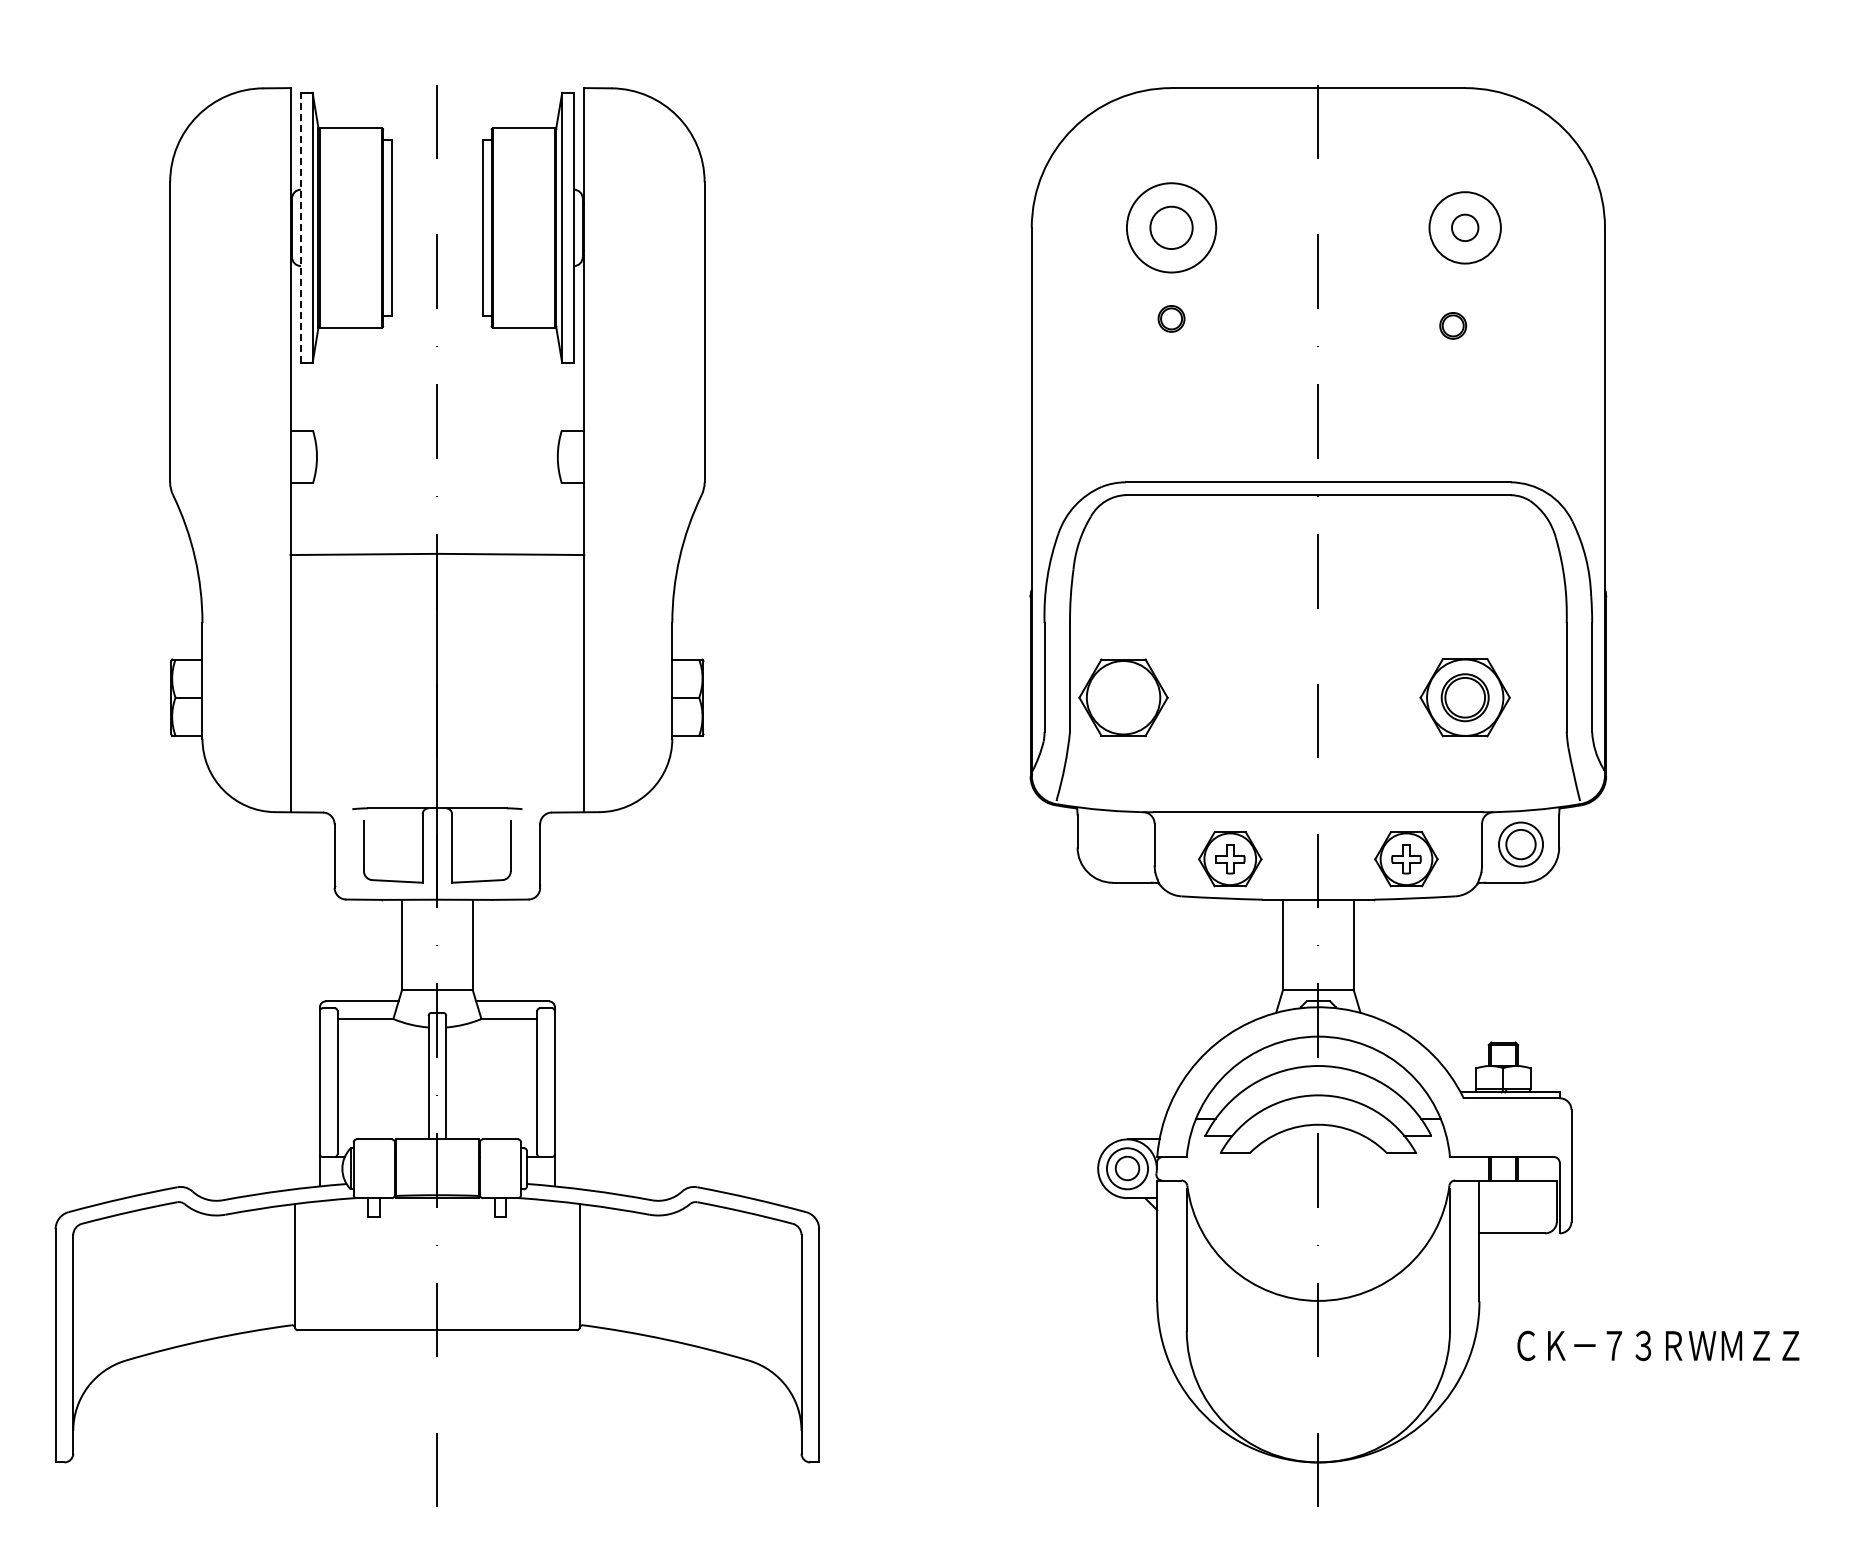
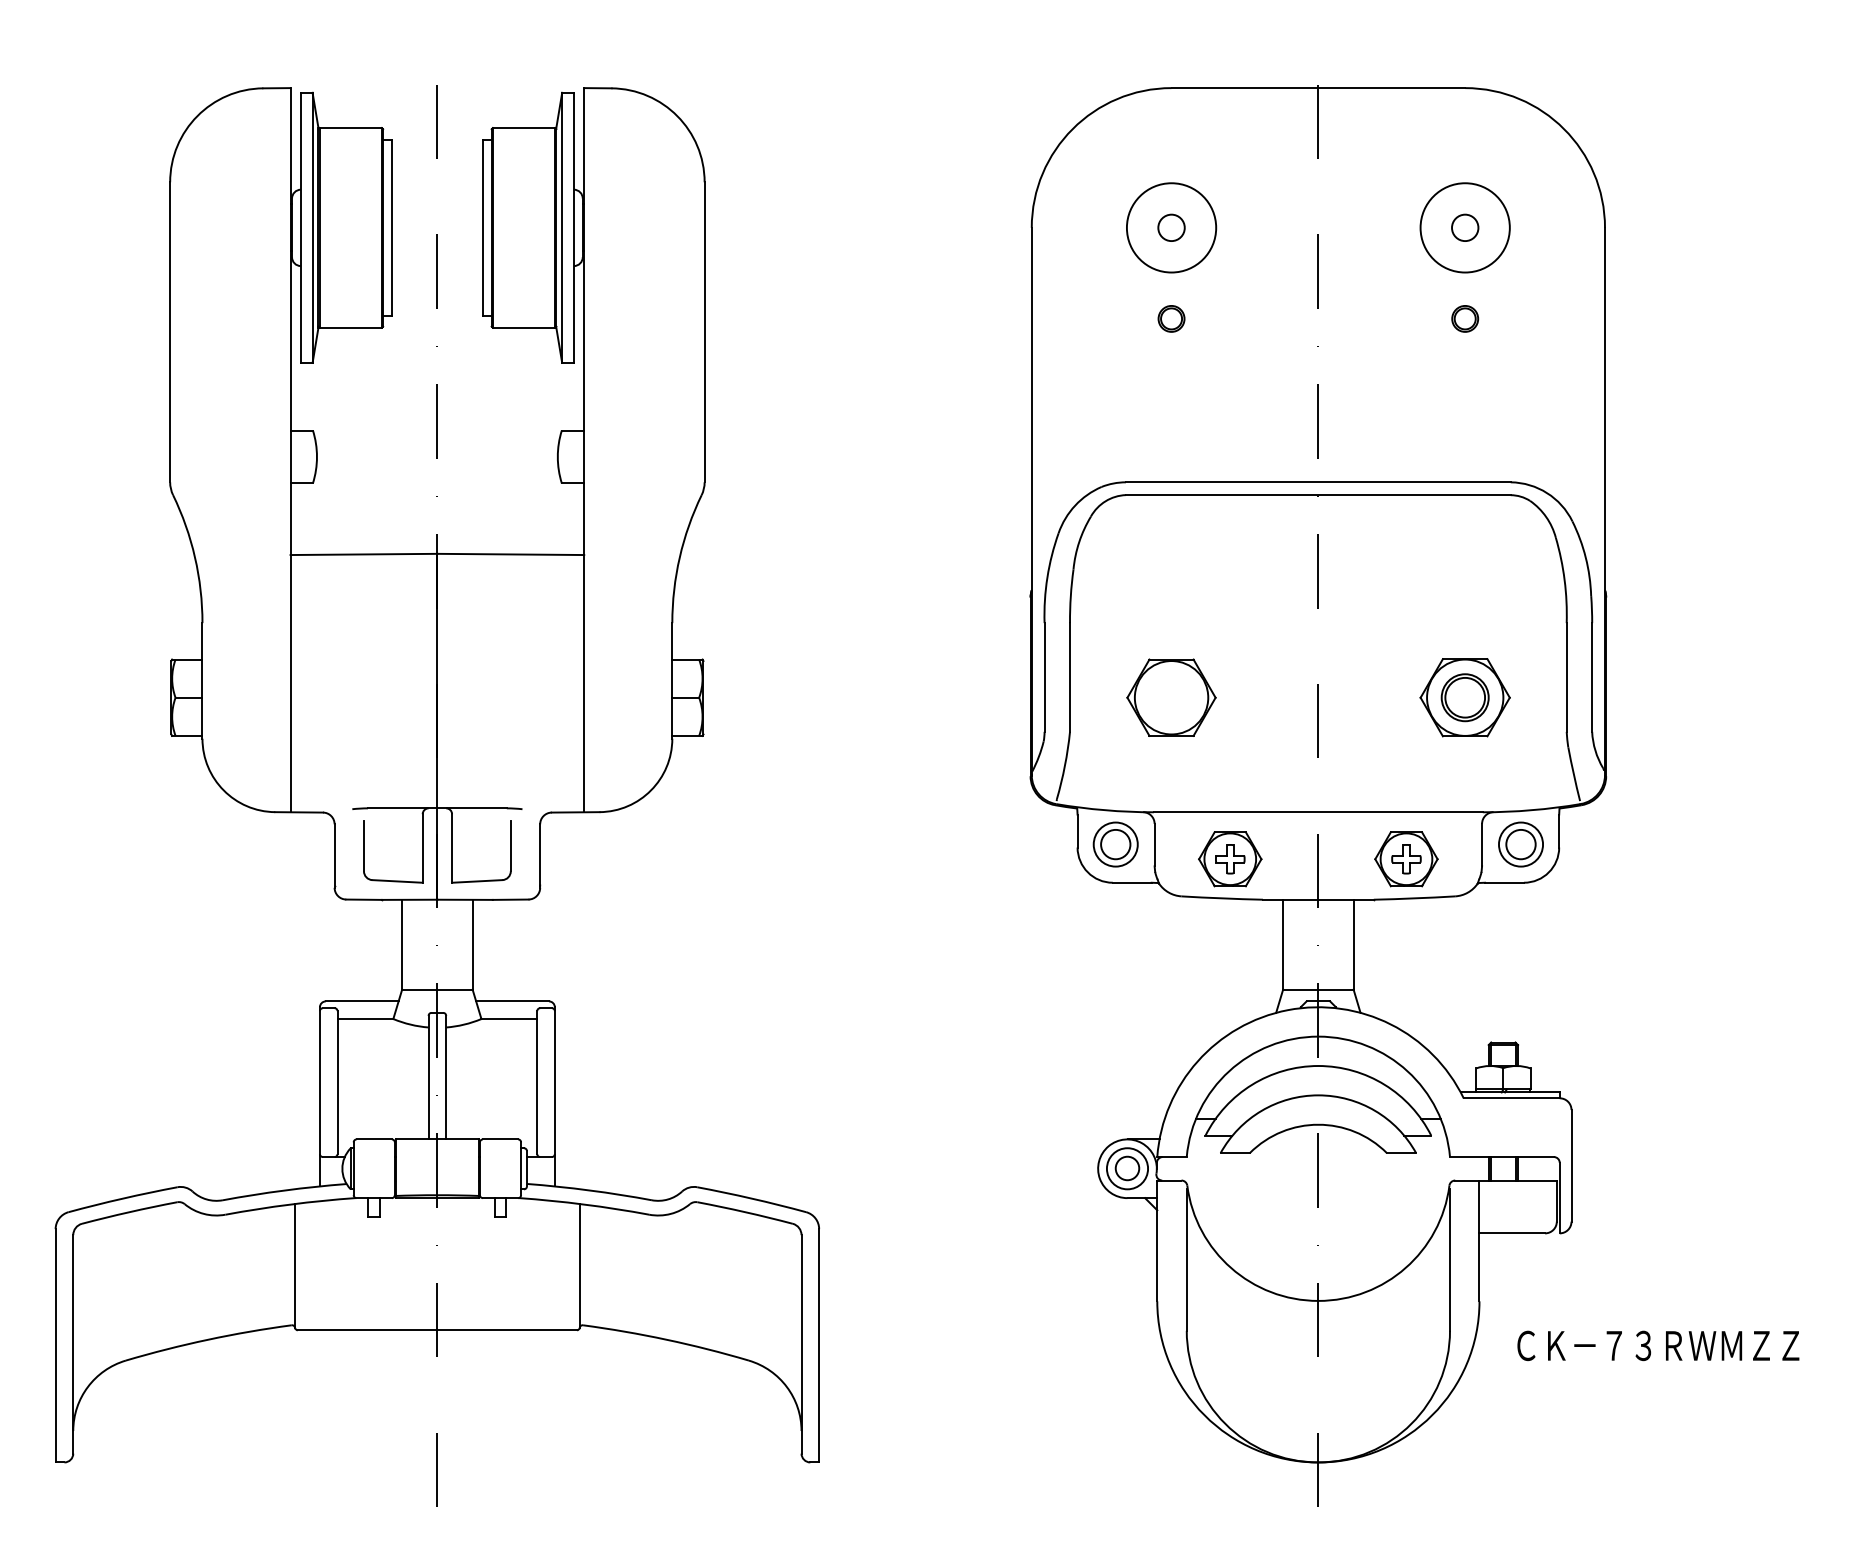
line at (300, 227): dashed -> solid
circle at (1171, 227) diameter: 42 px -> 26 px
circle at (1464, 227) diameter: 71 px -> 89 px
part at (1453, 325) position: (1453, 325) -> (1465, 318)
part at (1123, 697) position: (1123, 697) -> (1171, 697)
part at (1115, 844): none -> present
